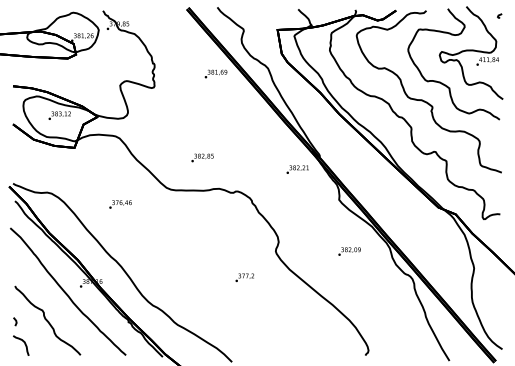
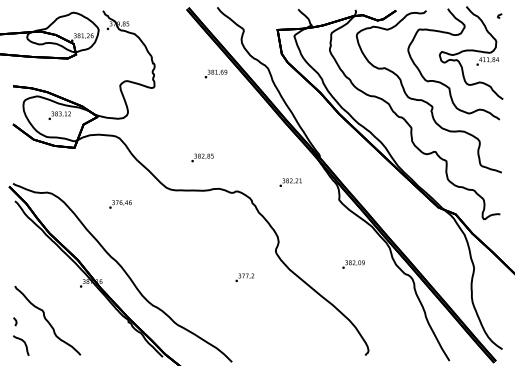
text at (297, 169) position: (297, 169) -> (290, 182)
text at (349, 251) position: (349, 251) -> (353, 264)
curve at (66, 292): present -> none
